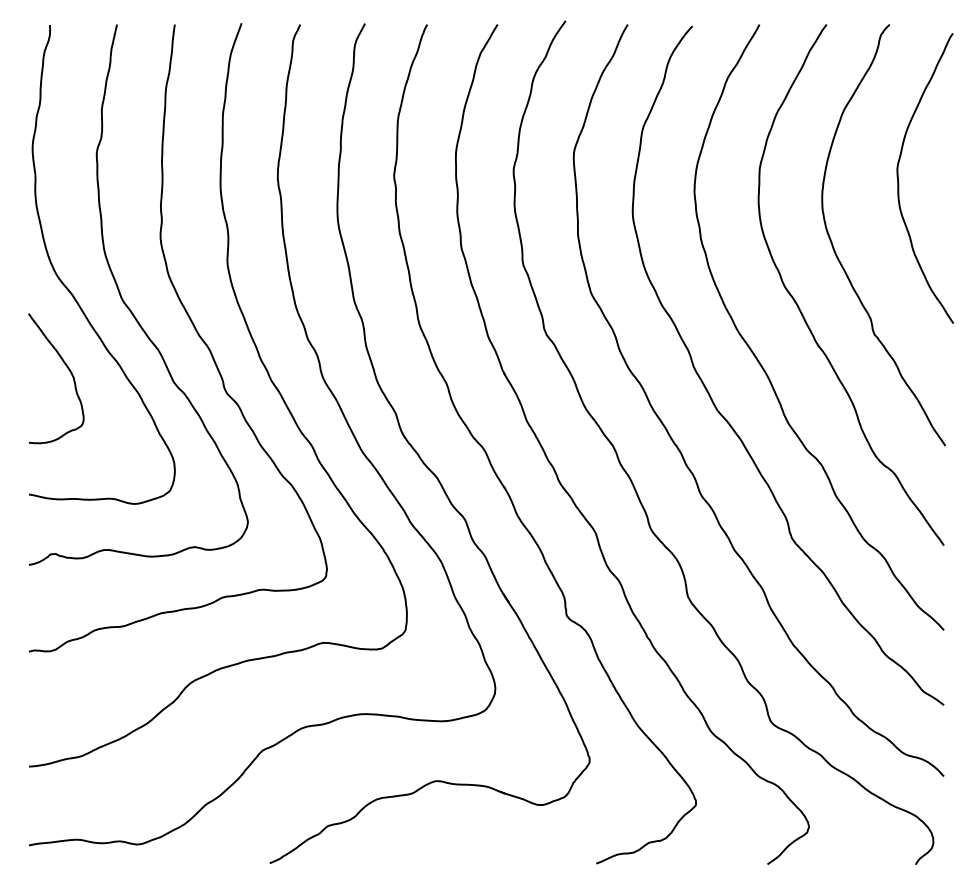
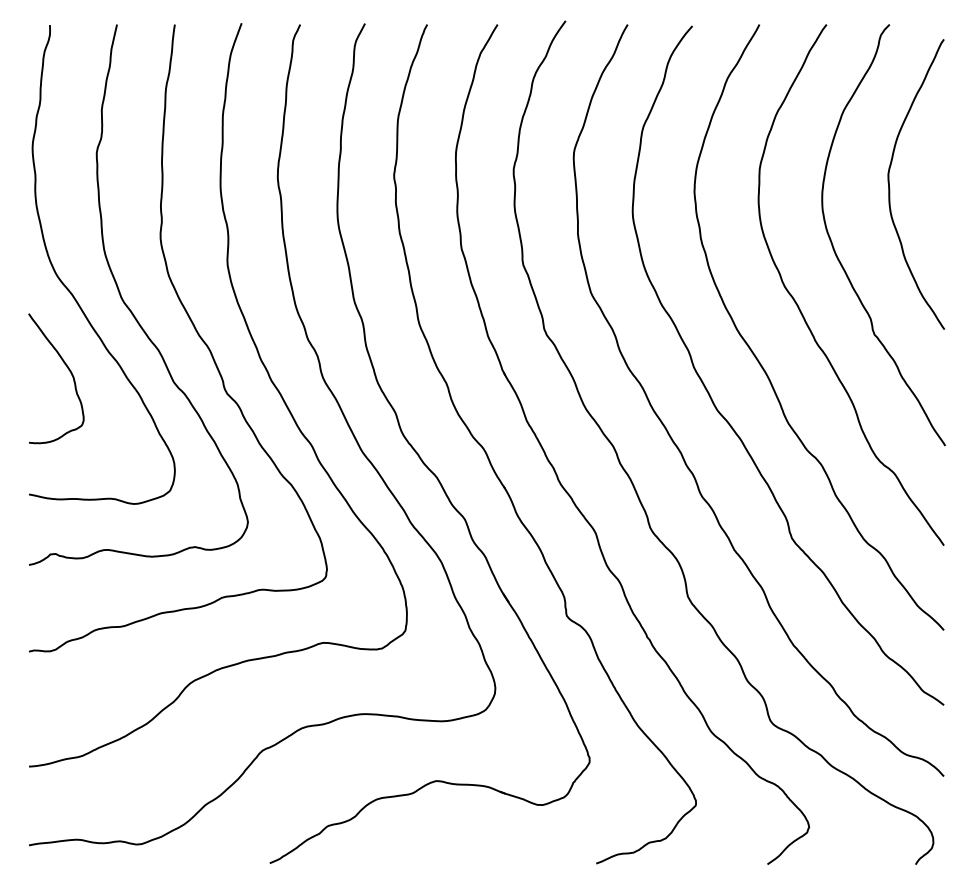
curve at (899, 182) position: (899, 182) -> (890, 188)
